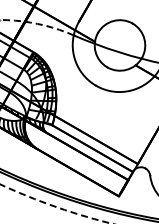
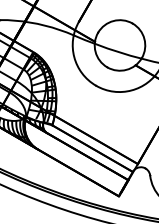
arc at (37, 23): dashed -> solid
arc at (55, 206): dashed -> solid
